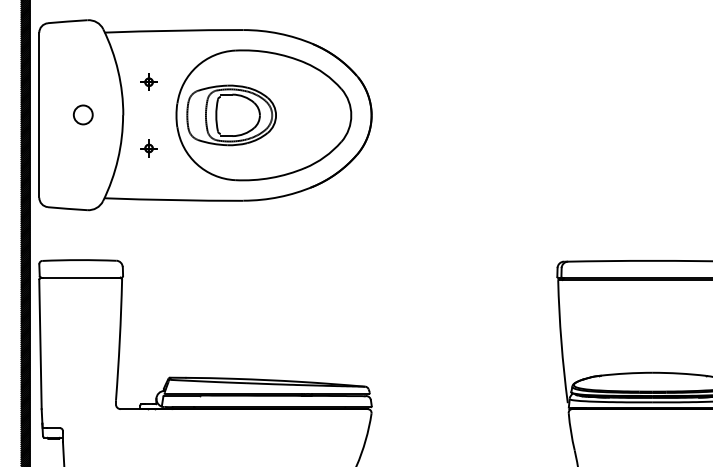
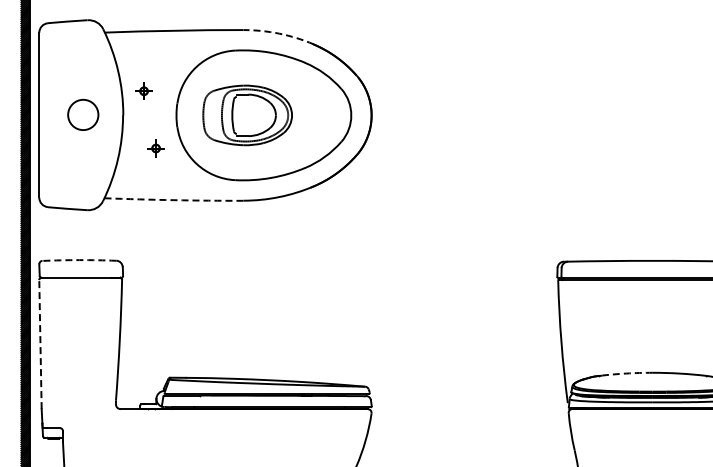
arc at (279, 33): solid -> dashed
part at (148, 81) position: (148, 81) -> (143, 90)
circle at (82, 114) diameter: 19 px -> 30 px
part at (231, 115) position: (231, 115) -> (247, 115)
part at (148, 148) position: (148, 148) -> (155, 148)
arc at (173, 200): solid -> dashed
arc at (79, 260): solid -> dashed
line at (40, 344): solid -> dashed
arc at (626, 373): solid -> dashed
